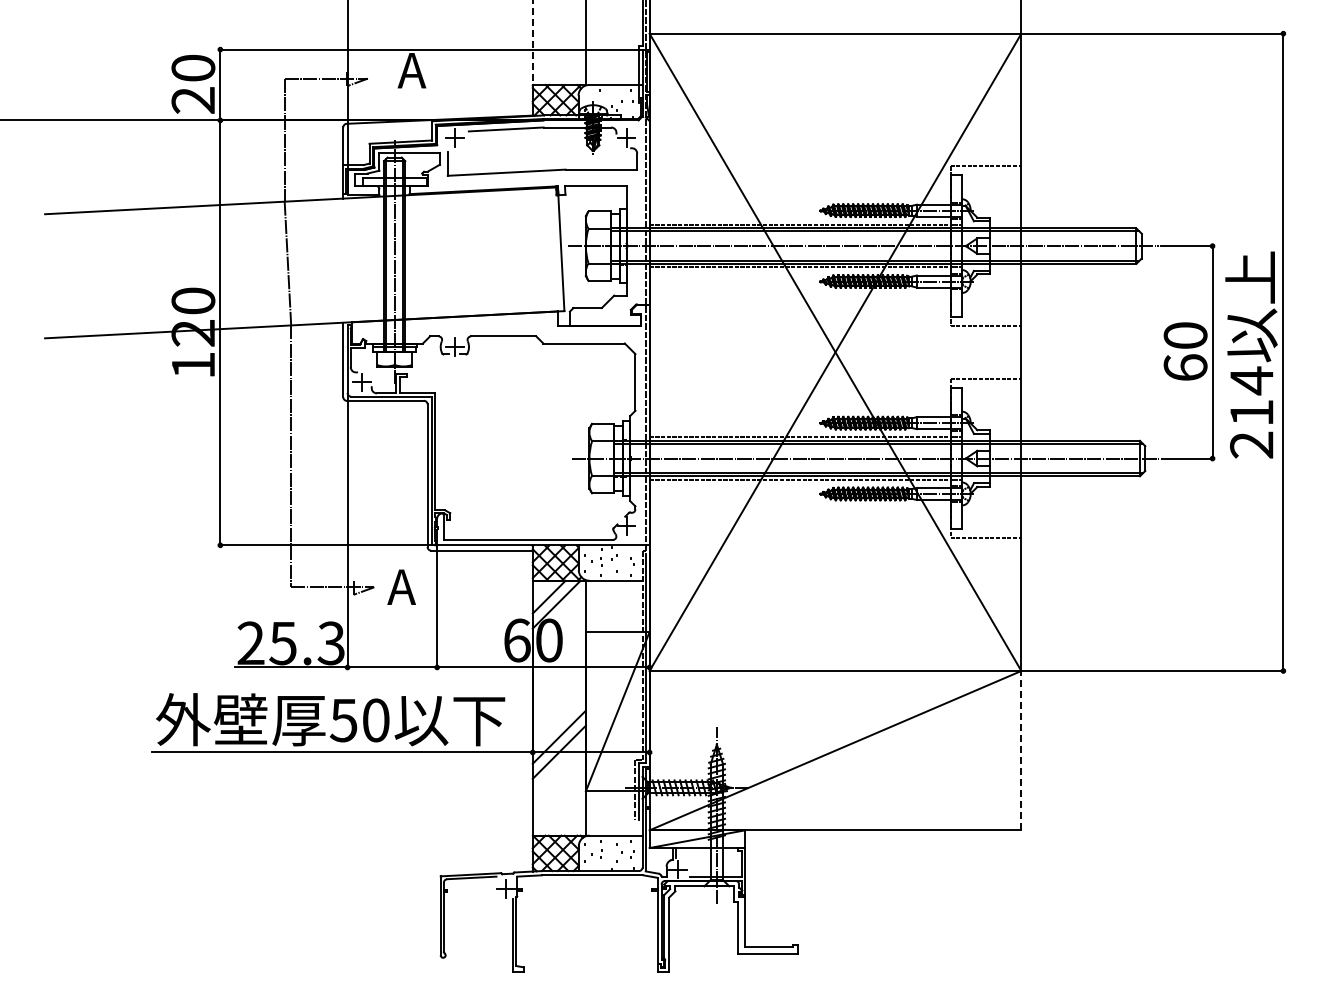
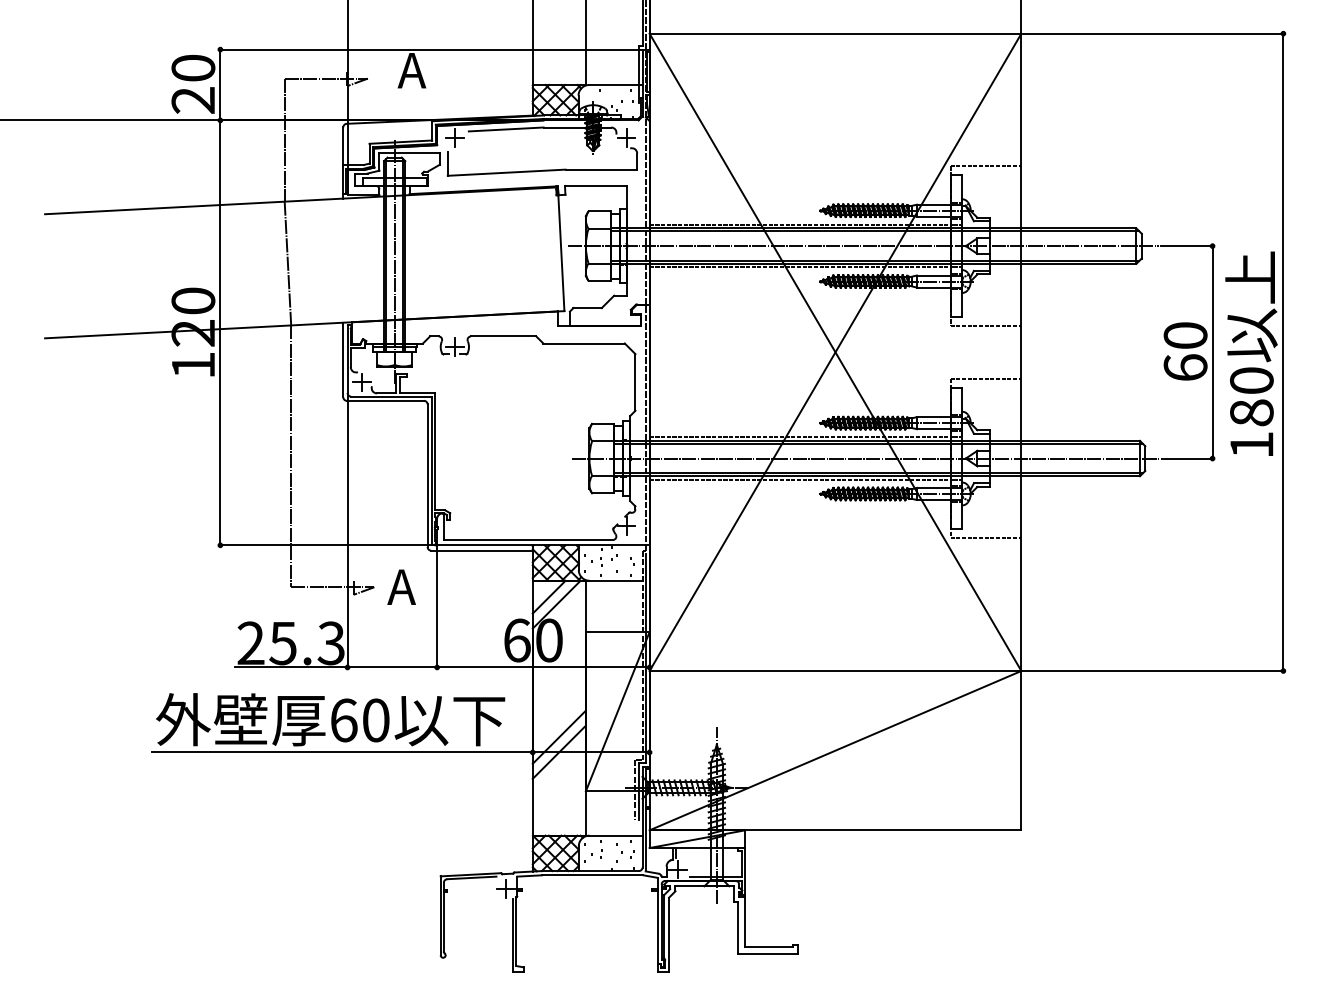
line at (532, 43): dashed -> solid
text at (1251, 412): 214 -> 180
text at (343, 720): 50 -> 60
line at (1021, 750): dashed -> solid
